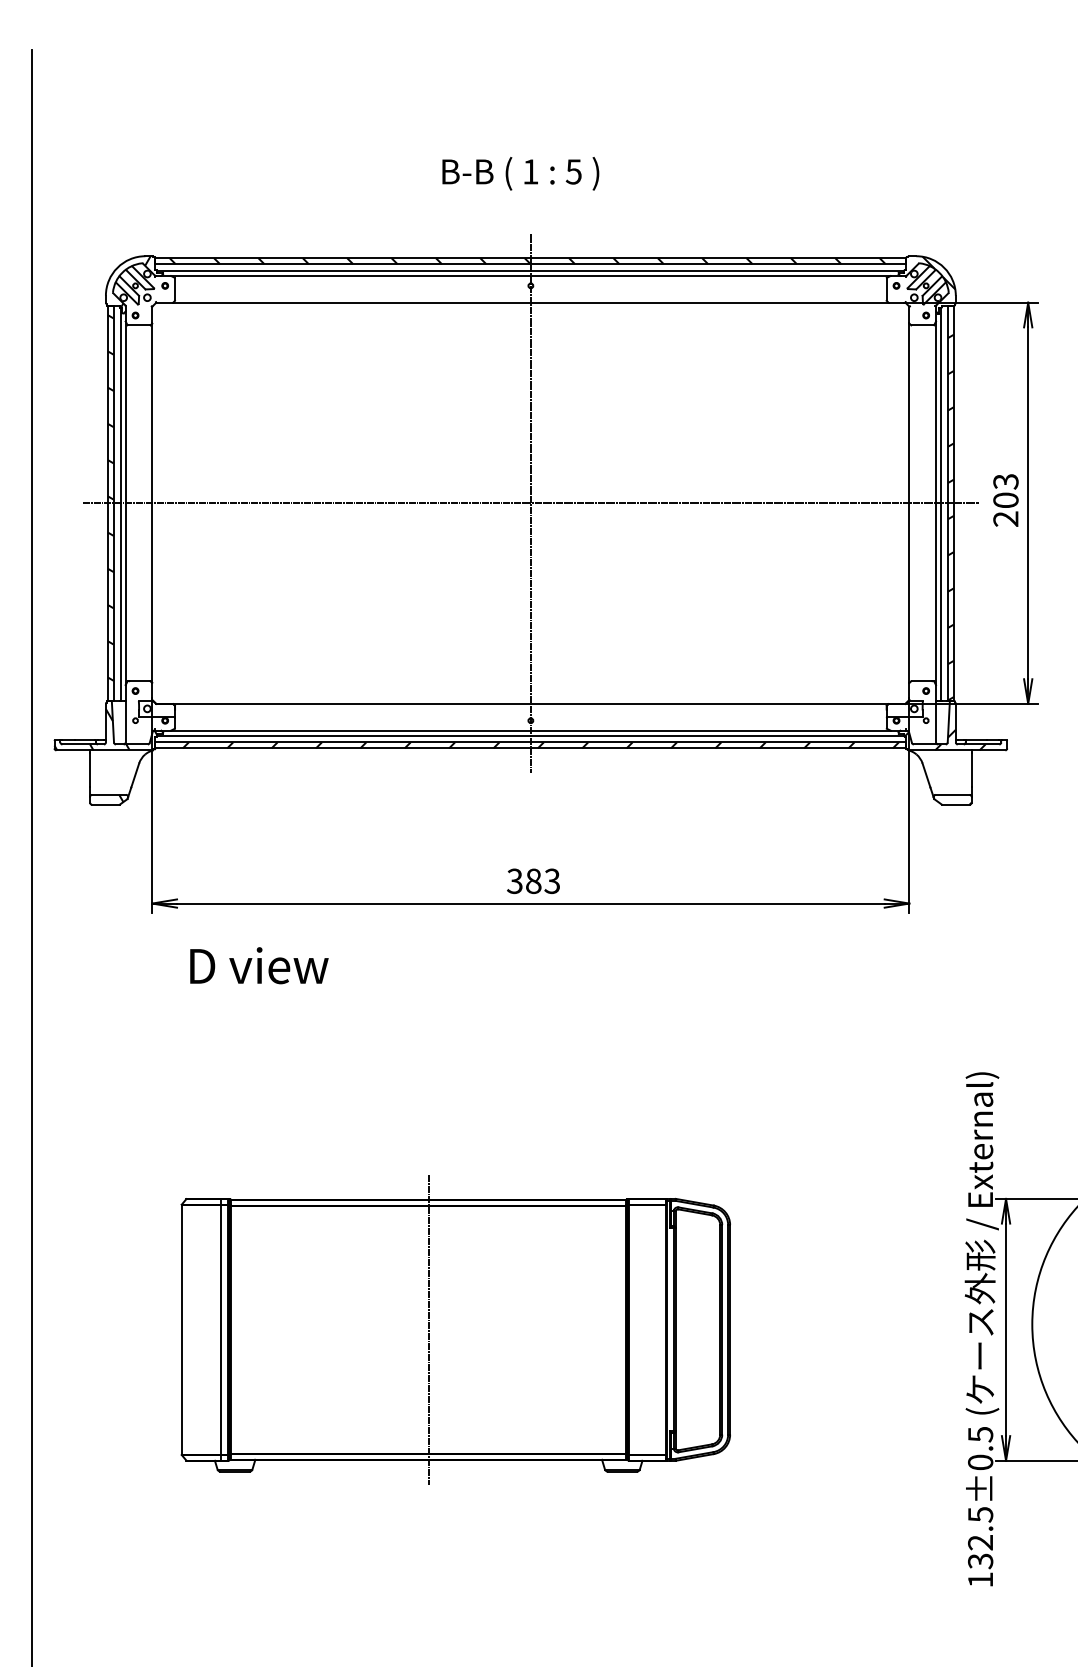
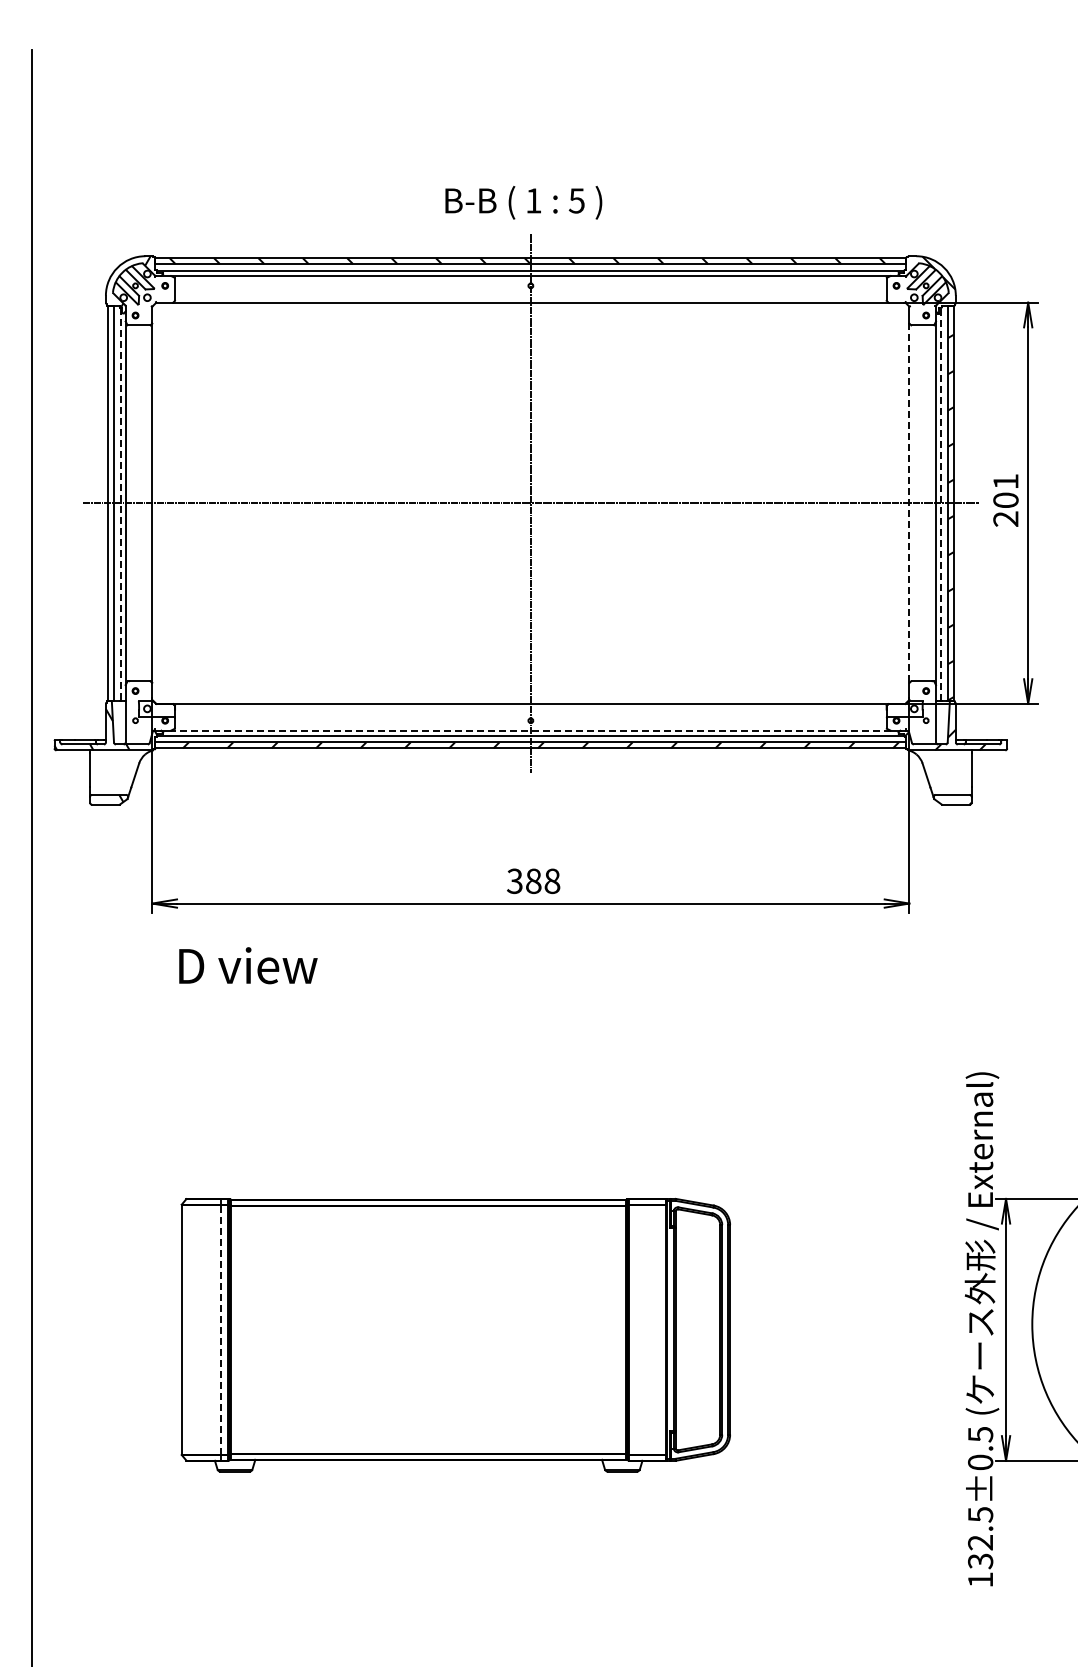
text at (520, 173) position: (520, 173) -> (523, 202)
text at (1005, 481): 203 -> 201
hatch at (110, 497): present -> none
line at (909, 503): solid -> dashed
line at (120, 504): solid -> dashed
line at (941, 504): solid -> dashed
line at (530, 730): solid -> dashed
text at (552, 880): 383 -> 388
text at (259, 965) position: (259, 965) -> (248, 965)
line at (221, 1329): solid -> dashed
line at (428, 1329): present -> none
